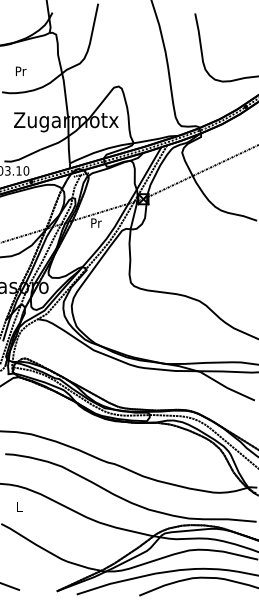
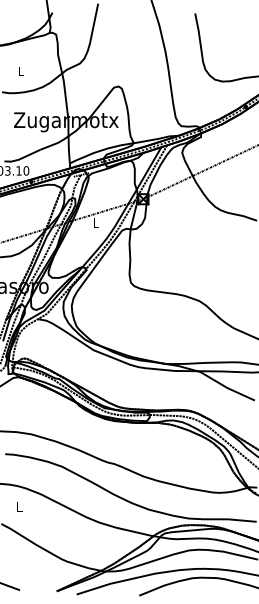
text at (20, 70): Pr -> L
text at (96, 222): Pr -> L
